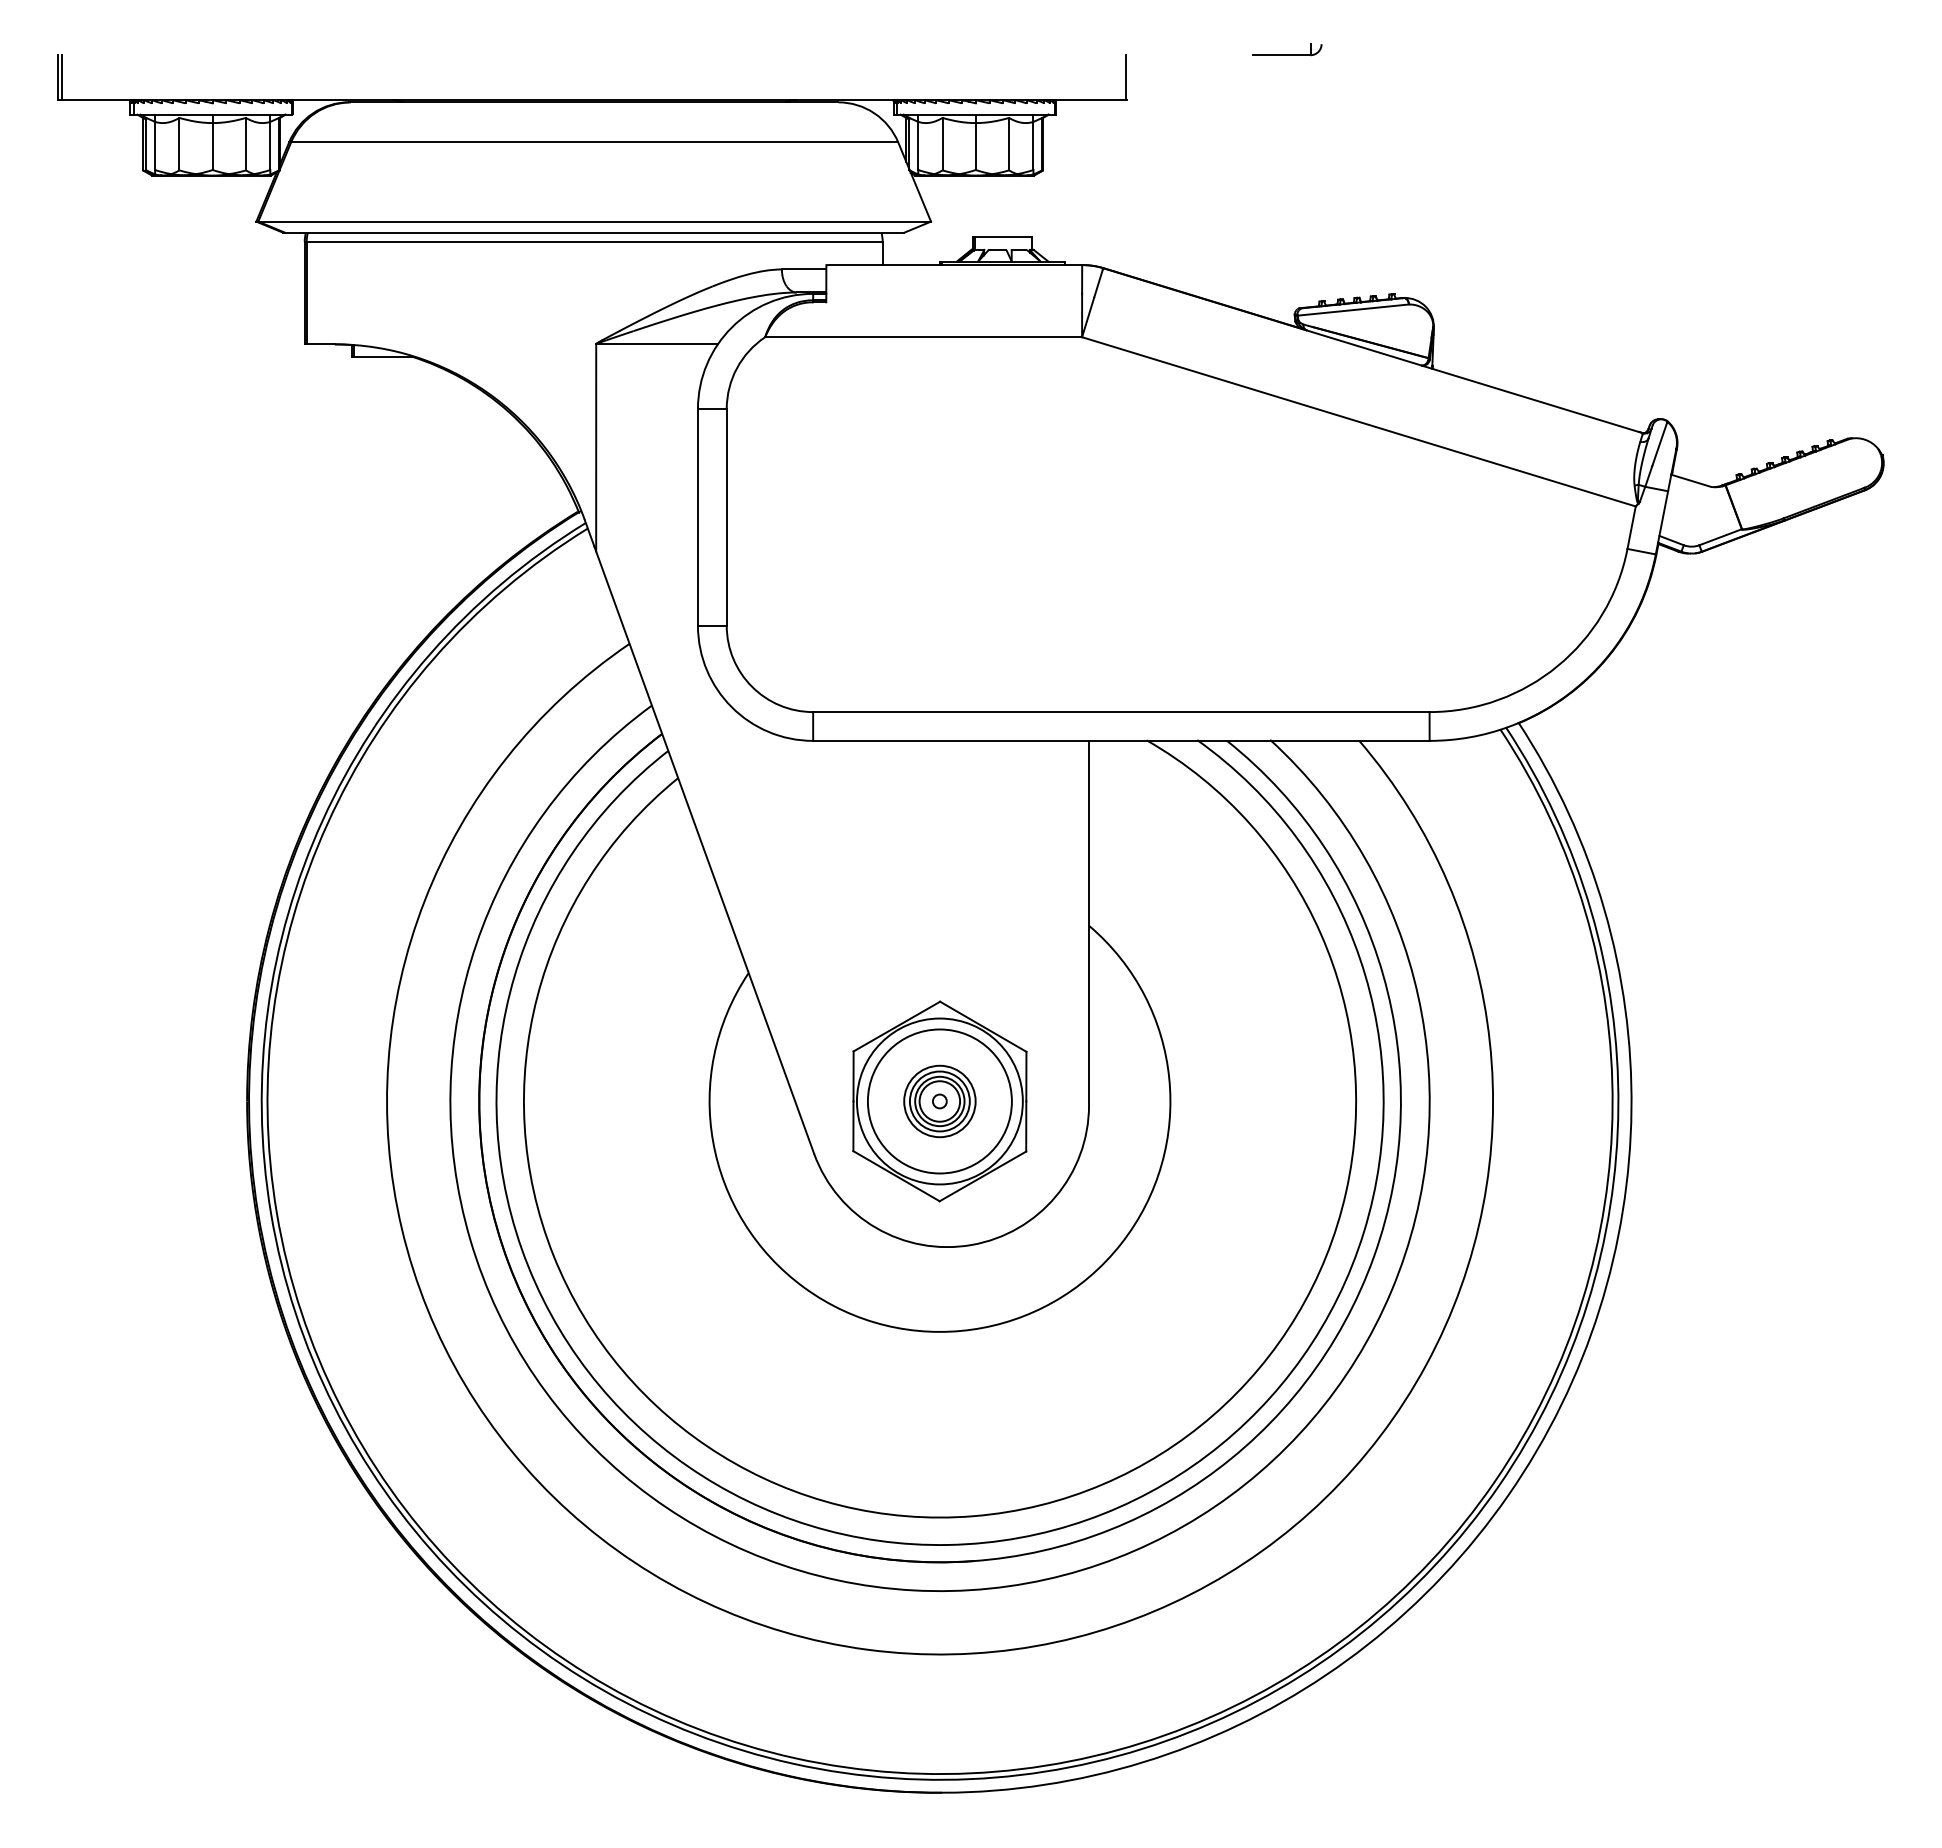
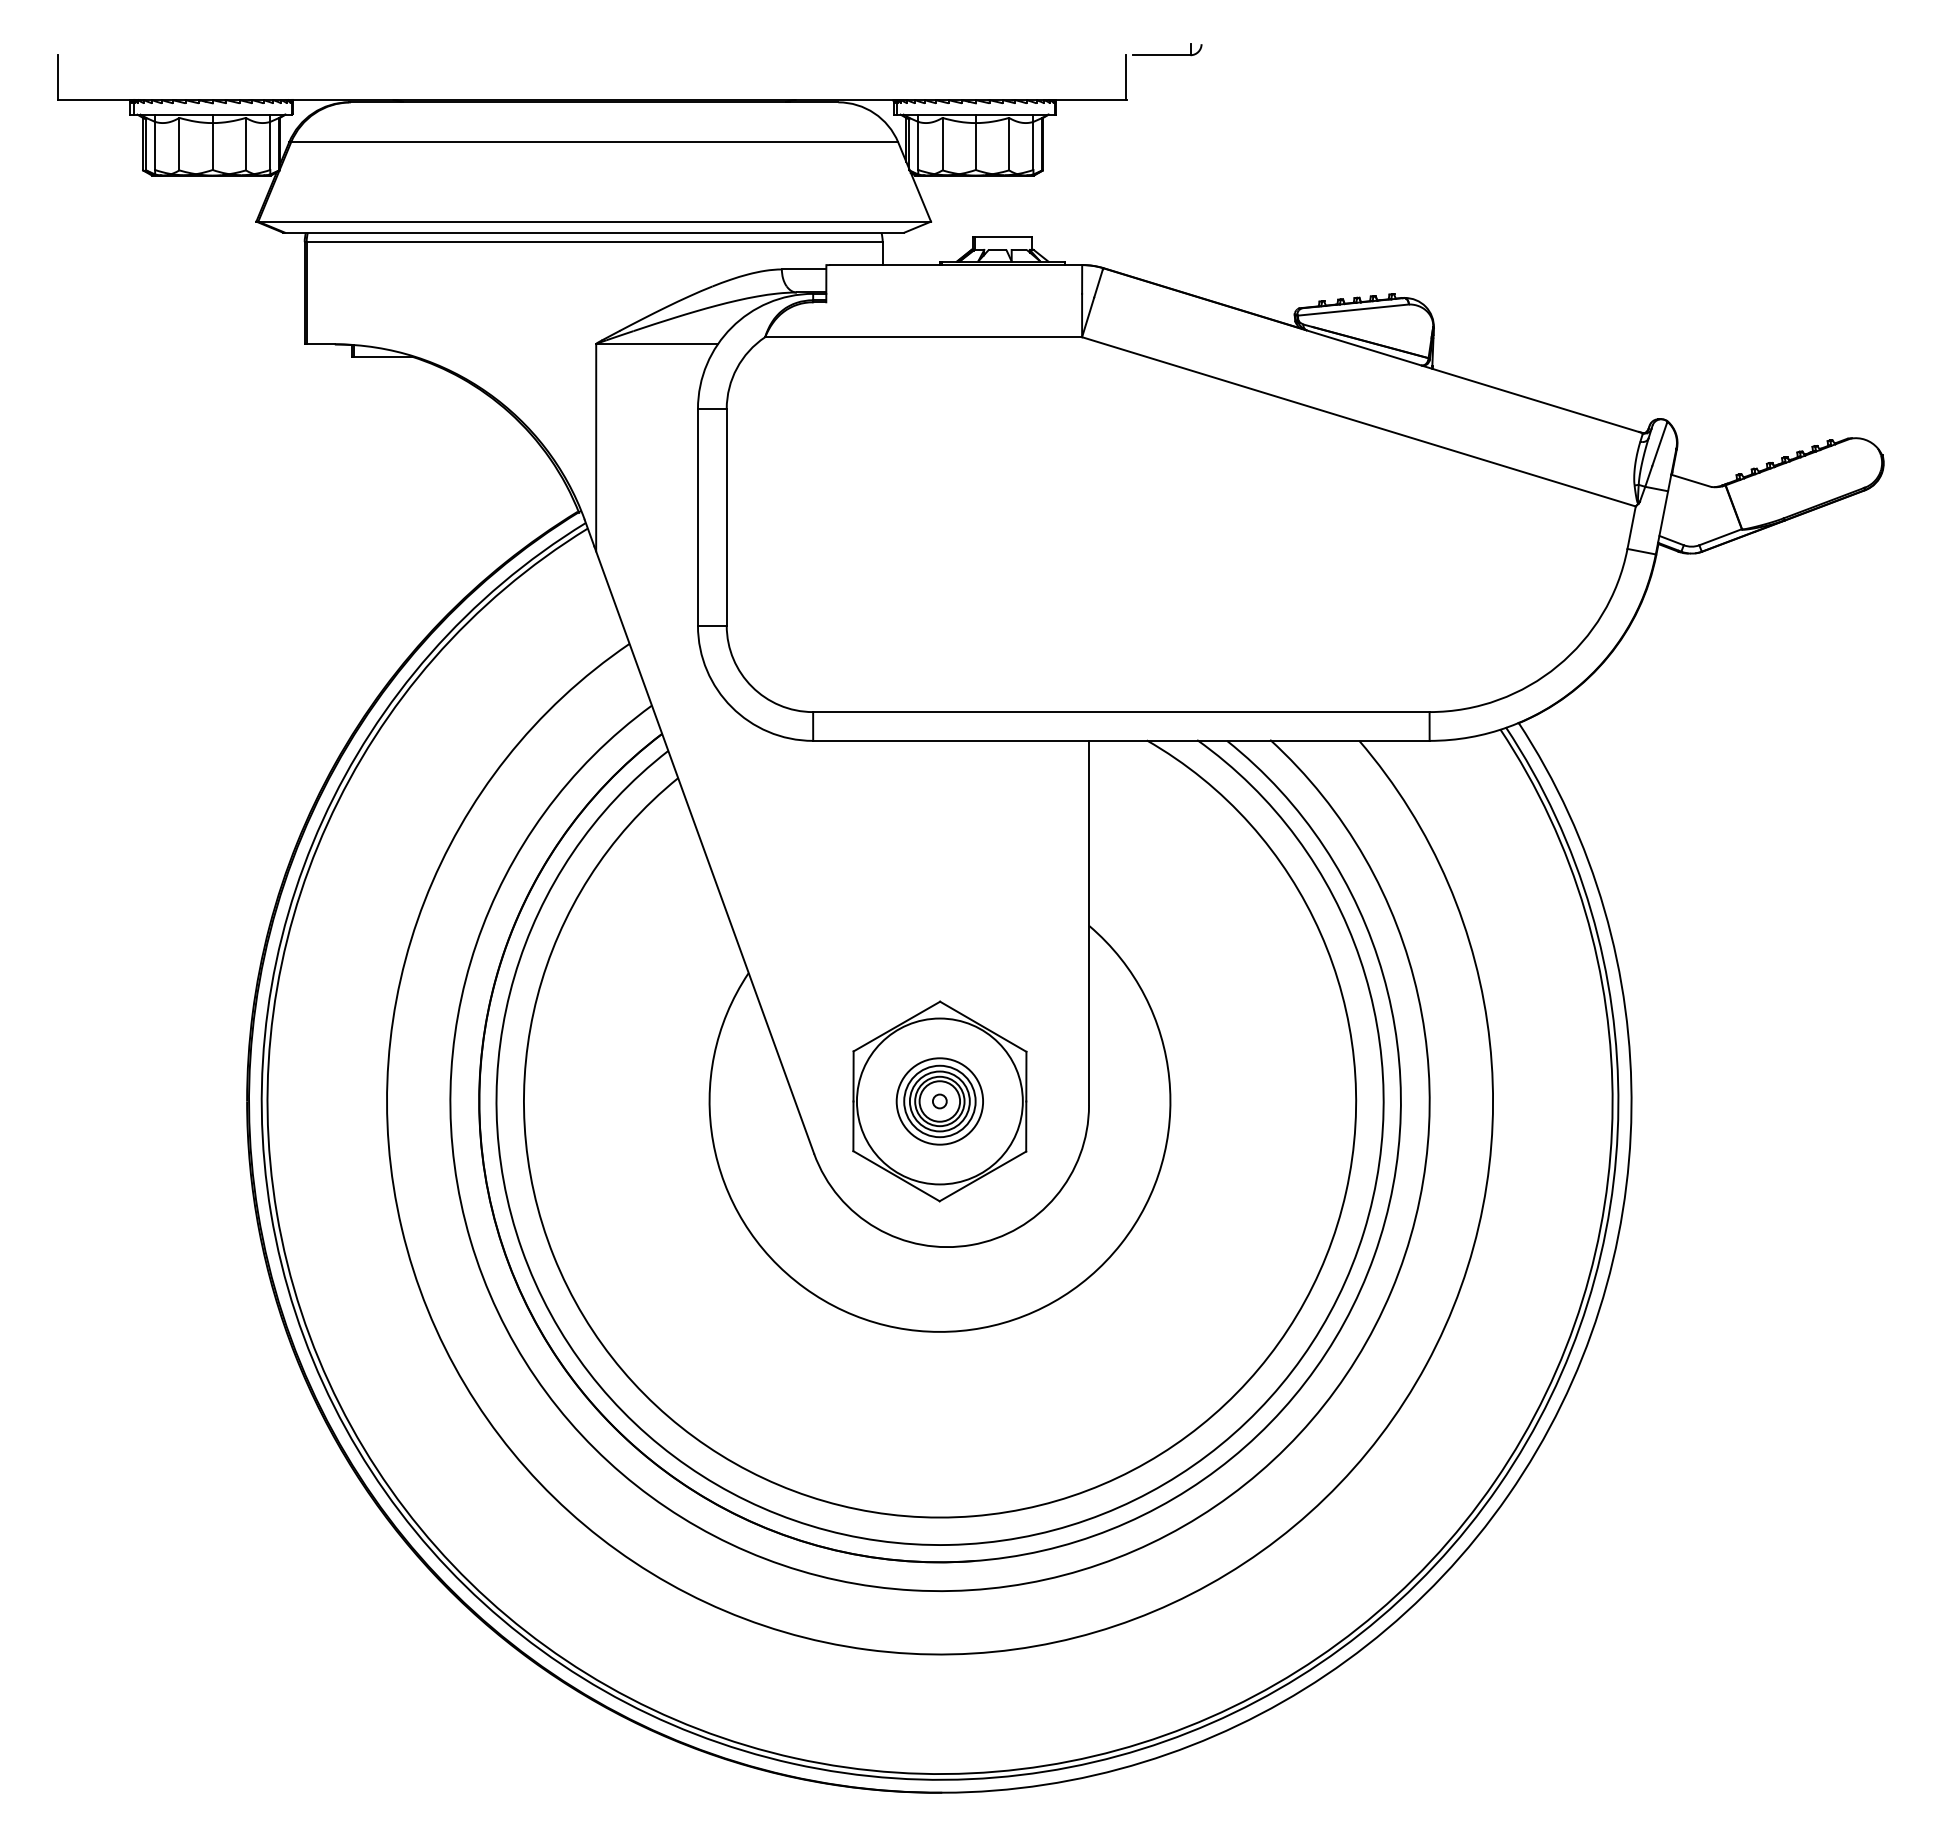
part at (1287, 49) position: (1287, 49) -> (1167, 49)
line at (61, 77): present -> none
circle at (939, 1101) diameter: 144 px -> 86 px
